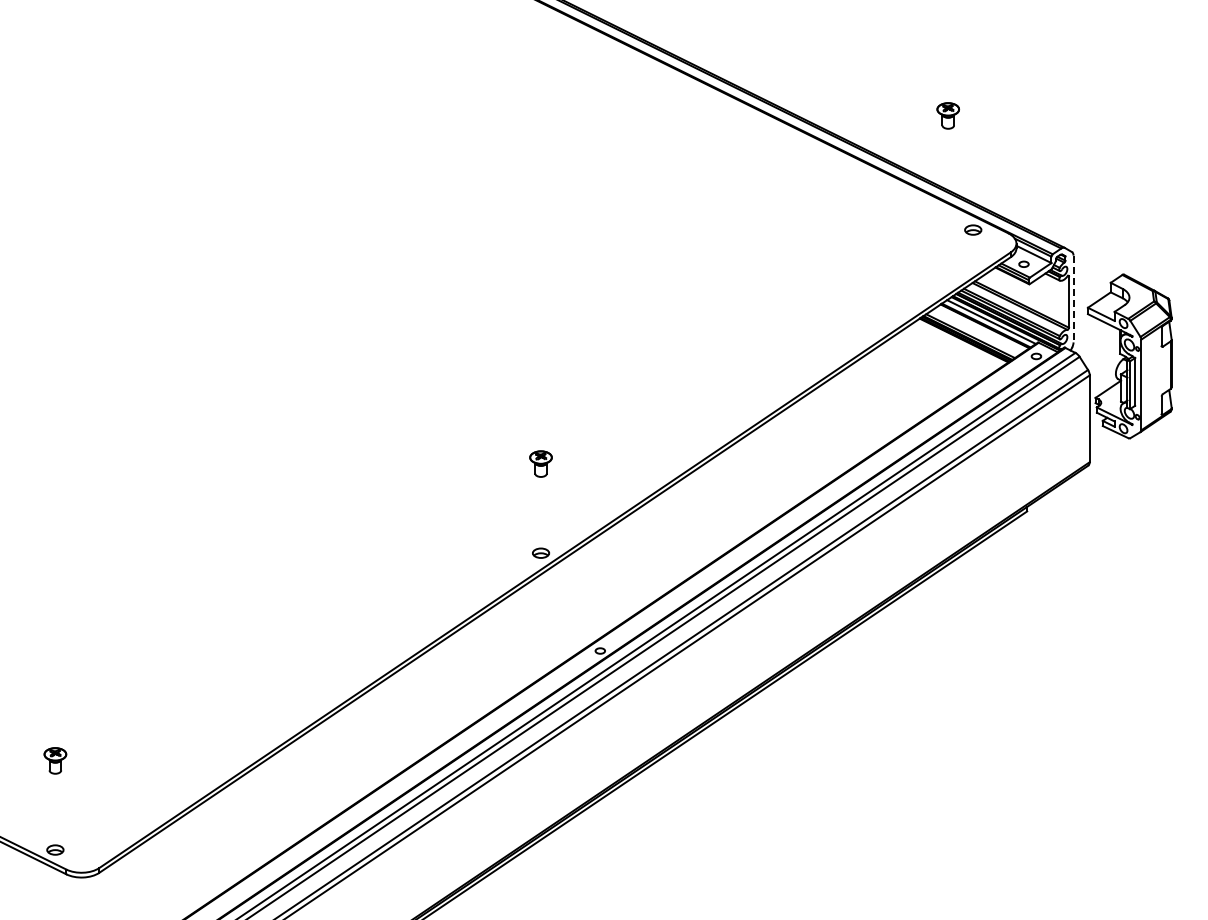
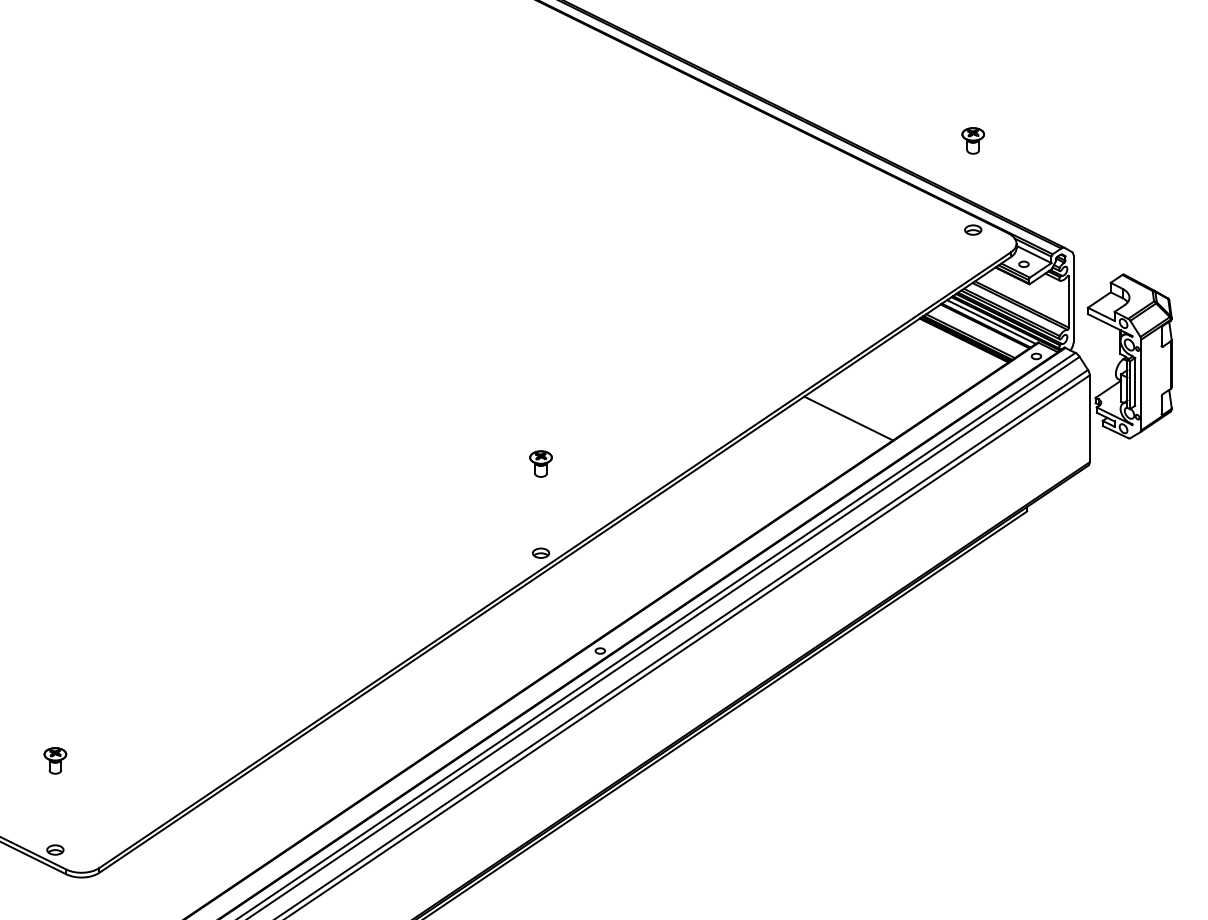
part at (947, 115) position: (947, 115) -> (972, 140)
line at (1073, 299): dashed -> solid
line at (848, 418): none -> present
